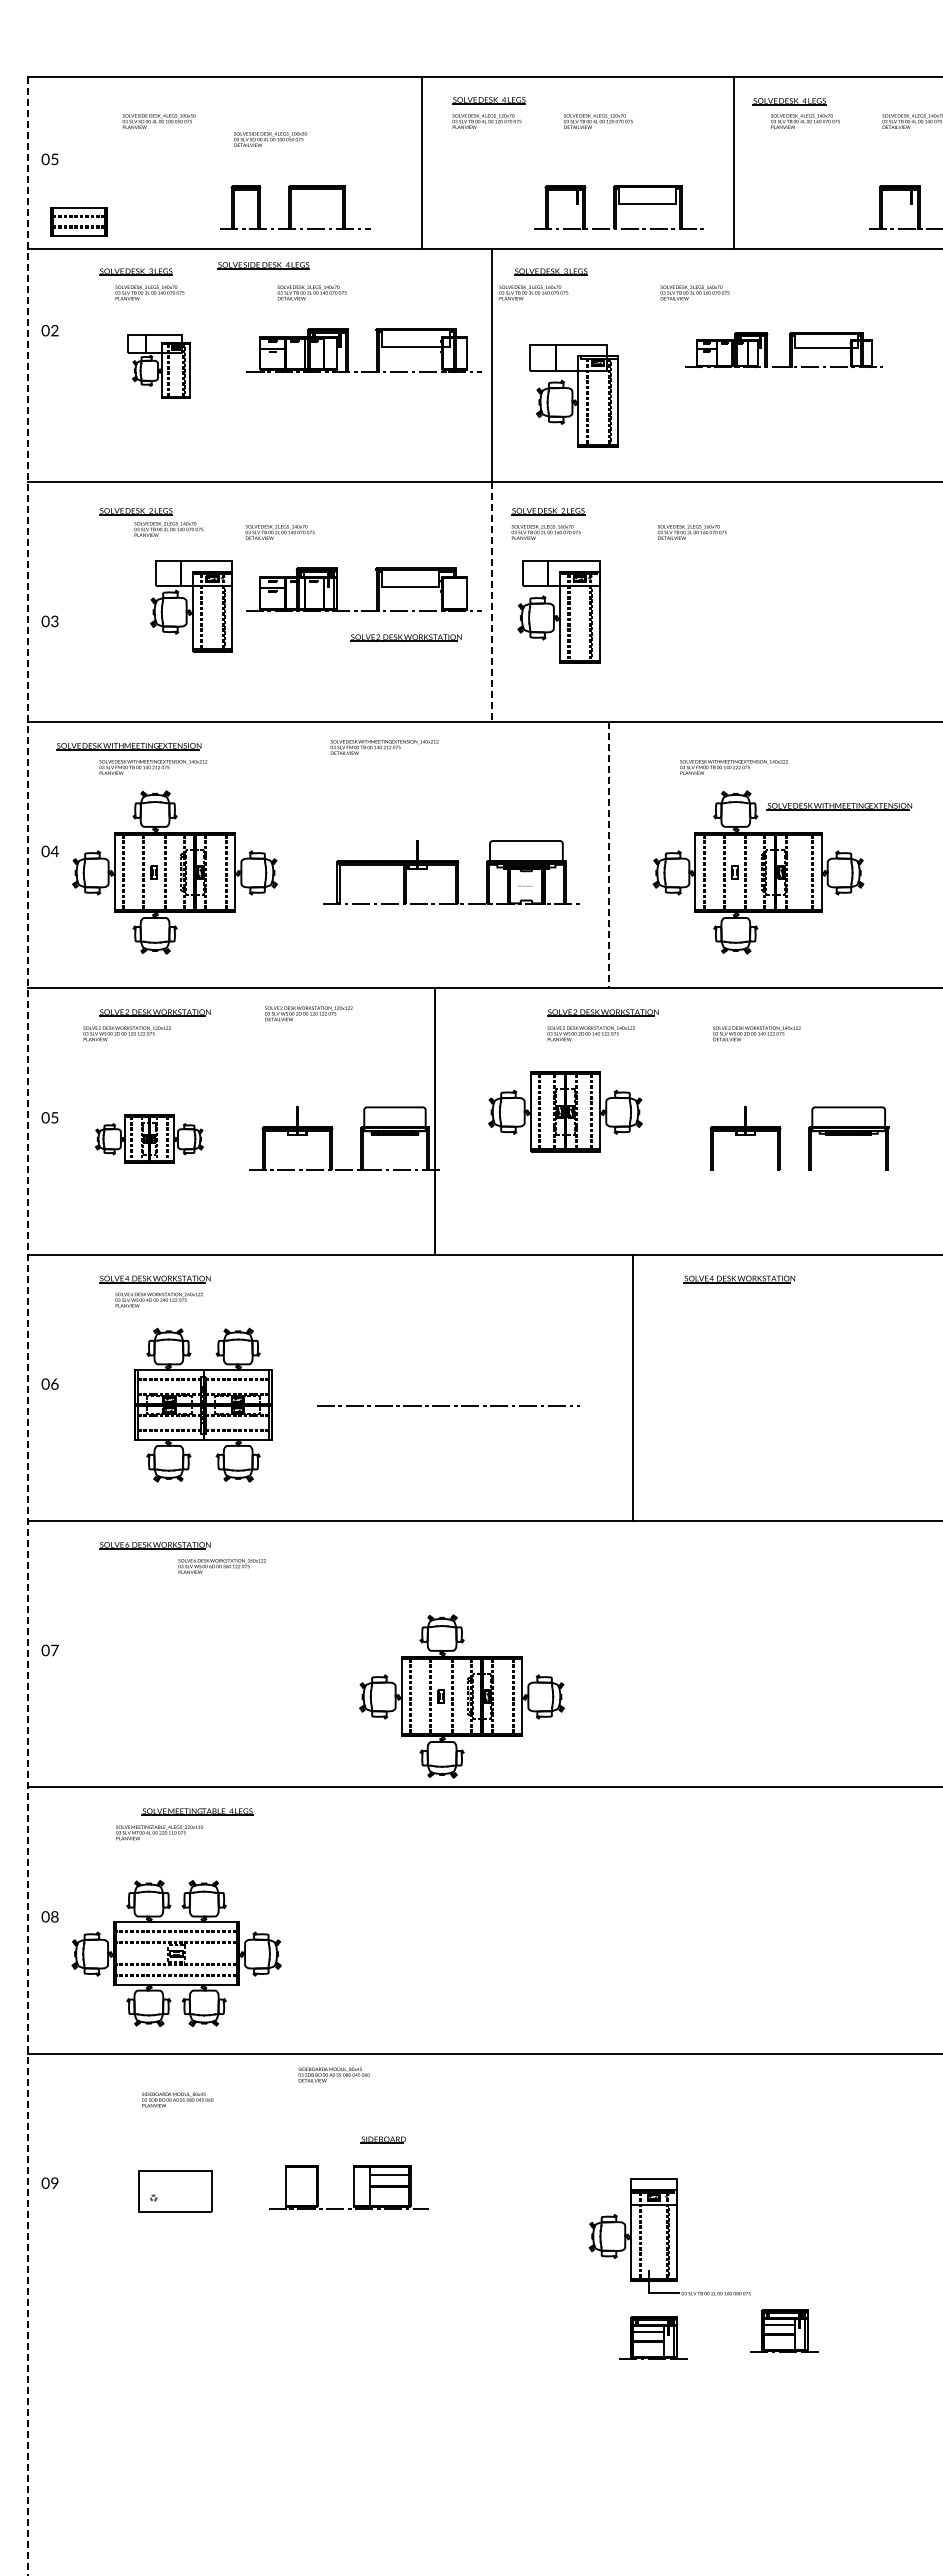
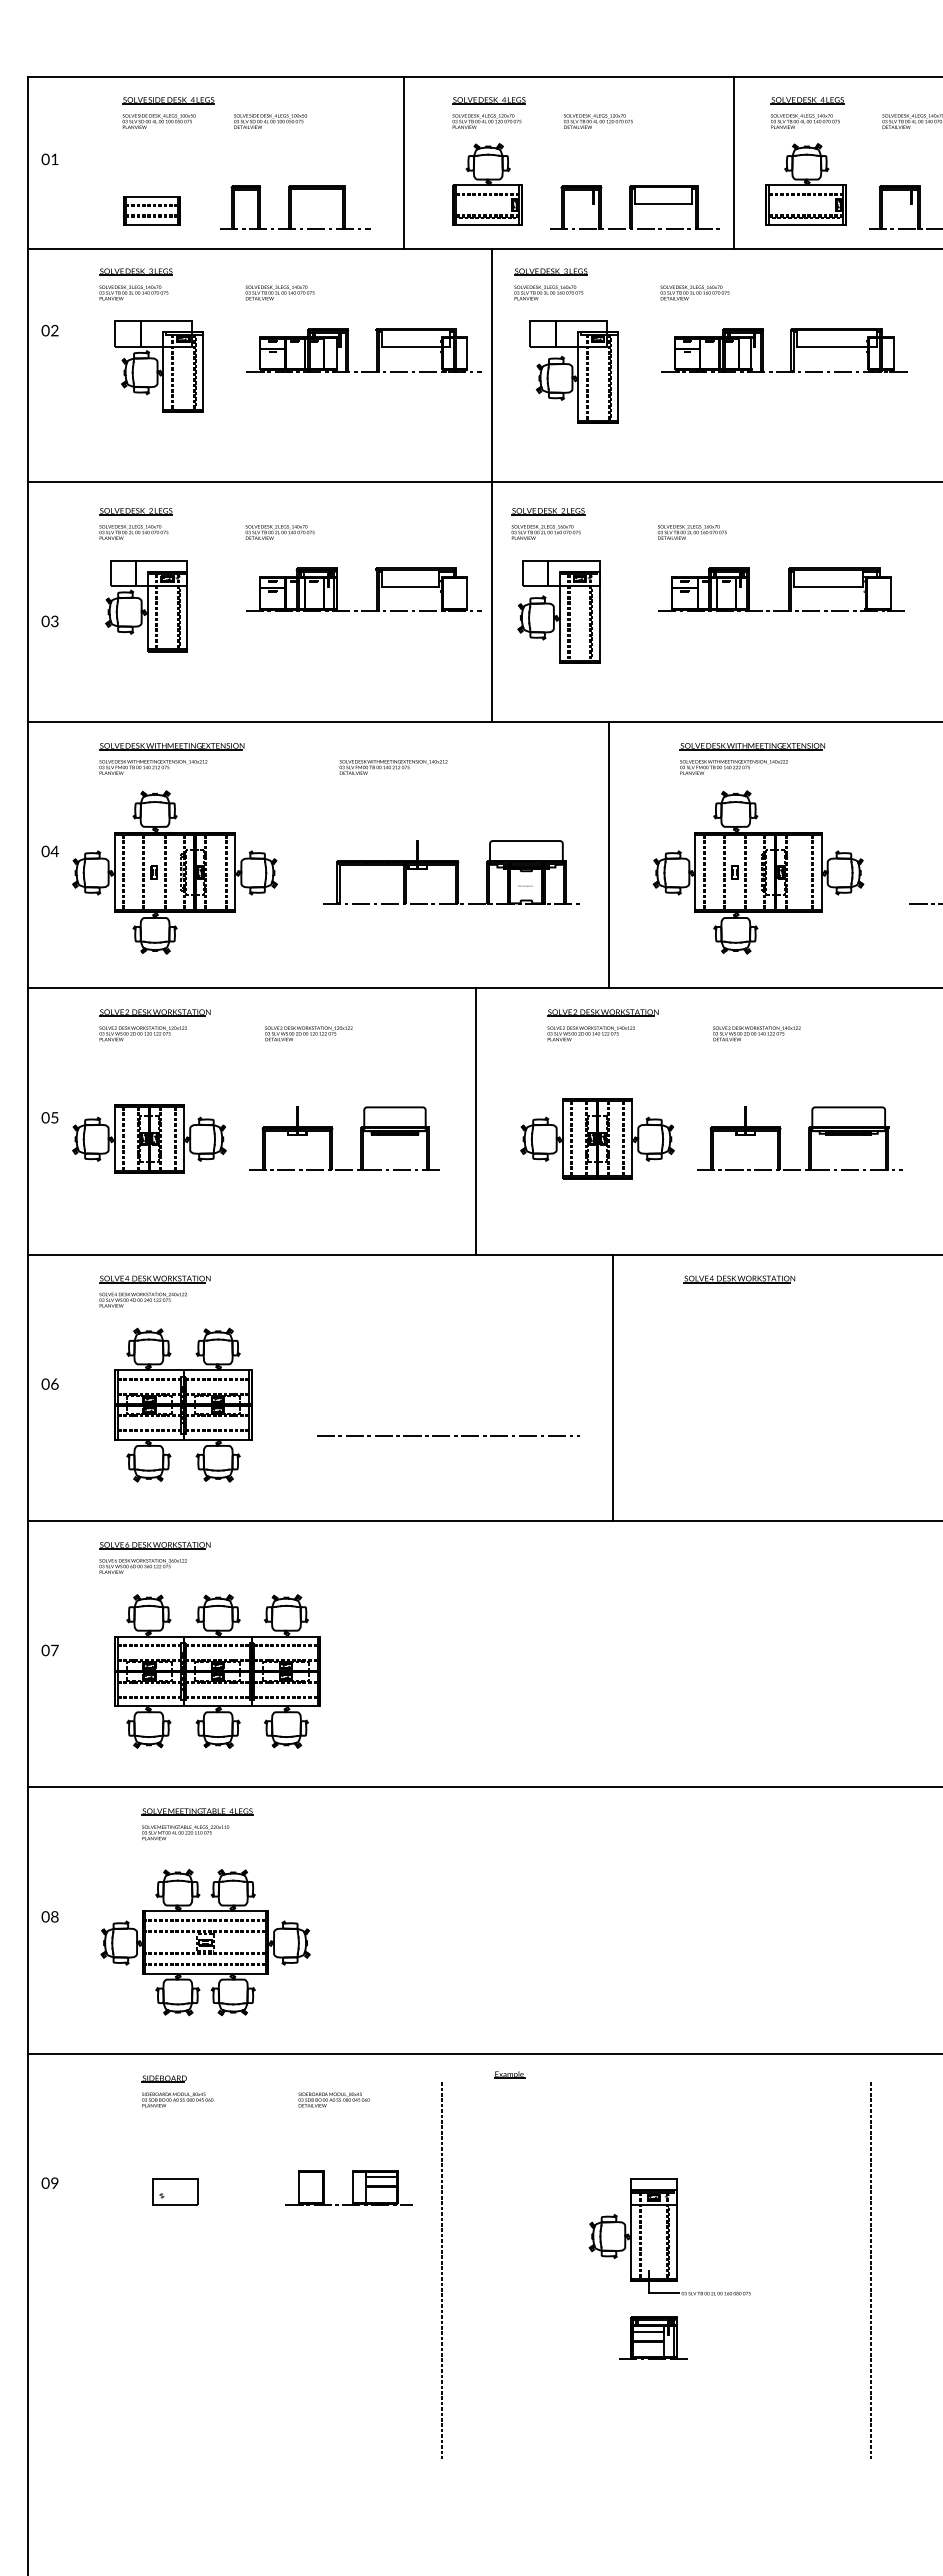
part at (789, 101) position: (789, 101) -> (807, 100)
text at (270, 139) position: (270, 139) -> (270, 121)
text at (54, 159): 05 -> 01
line at (422, 162) position: (422, 162) -> (404, 162)
part at (487, 184): none -> present
part at (805, 184): none -> present
part at (618, 207) position: (618, 207) -> (634, 207)
part at (78, 221) position: (78, 221) -> (151, 210)
part at (263, 265) position: (263, 265) -> (168, 100)
text at (149, 292) position: (149, 292) -> (133, 292)
text at (311, 292) position: (311, 292) -> (279, 292)
text at (533, 292) position: (533, 292) -> (548, 292)
part at (783, 350) size: 198x37 px -> 247x45 px
part at (158, 366) size: 64x65 px -> 90x93 px
part at (573, 395) position: (573, 395) -> (573, 371)
text at (168, 529) position: (168, 529) -> (133, 532)
part at (788, 589): none -> present
line at (492, 602): dashed -> solid
part at (191, 606) position: (191, 606) -> (146, 606)
part at (405, 637): present -> none
part at (128, 746) position: (128, 746) -> (171, 746)
text at (384, 747) position: (384, 747) -> (393, 767)
part at (838, 806) position: (838, 806) -> (751, 746)
line at (608, 855): dashed -> solid
line at (924, 903): none -> present
text at (308, 1013) position: (308, 1013) -> (308, 1033)
text at (126, 1033) position: (126, 1033) -> (142, 1033)
part at (565, 1111) position: (565, 1111) -> (597, 1138)
line at (435, 1121) position: (435, 1121) -> (476, 1121)
part at (149, 1138) size: 109x50 px -> 155x70 px
line at (799, 1169): none -> present
text at (158, 1299) position: (158, 1299) -> (142, 1299)
line at (28, 1327): dashed -> solid
line at (632, 1387) position: (632, 1387) -> (612, 1387)
part at (203, 1404) position: (203, 1404) -> (183, 1404)
line at (448, 1405) position: (448, 1405) -> (448, 1435)
text at (221, 1566) position: (221, 1566) -> (142, 1566)
part at (217, 1671): none -> present
part at (461, 1696): present -> none
text at (159, 1832) position: (159, 1832) -> (185, 1832)
part at (176, 1953) position: (176, 1953) -> (205, 1942)
text at (333, 2074) position: (333, 2074) -> (333, 2099)
part at (509, 2074): none -> present
part at (382, 2139) position: (382, 2139) -> (163, 2078)
part at (348, 2187) size: 160x45 px -> 128x36 px
part at (175, 2191) size: 75x43 px -> 47x28 px
line at (441, 2270): none -> present
line at (870, 2270): none -> present
part at (784, 2330): present -> none
